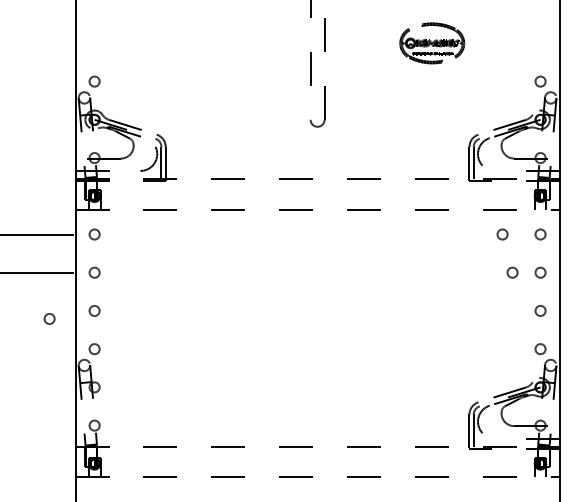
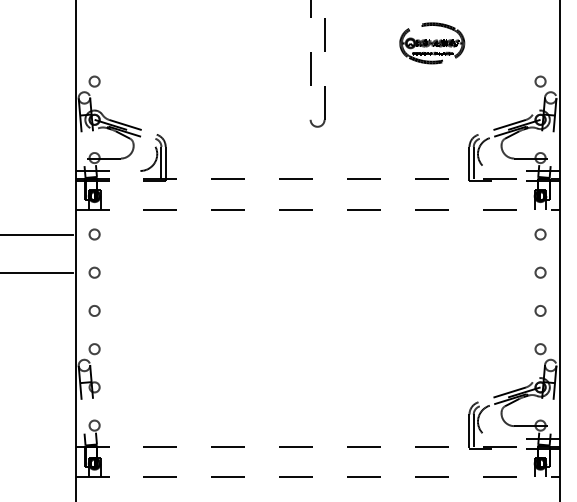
circle at (502, 234): present -> none
circle at (512, 272): present -> none
circle at (49, 318): present -> none
